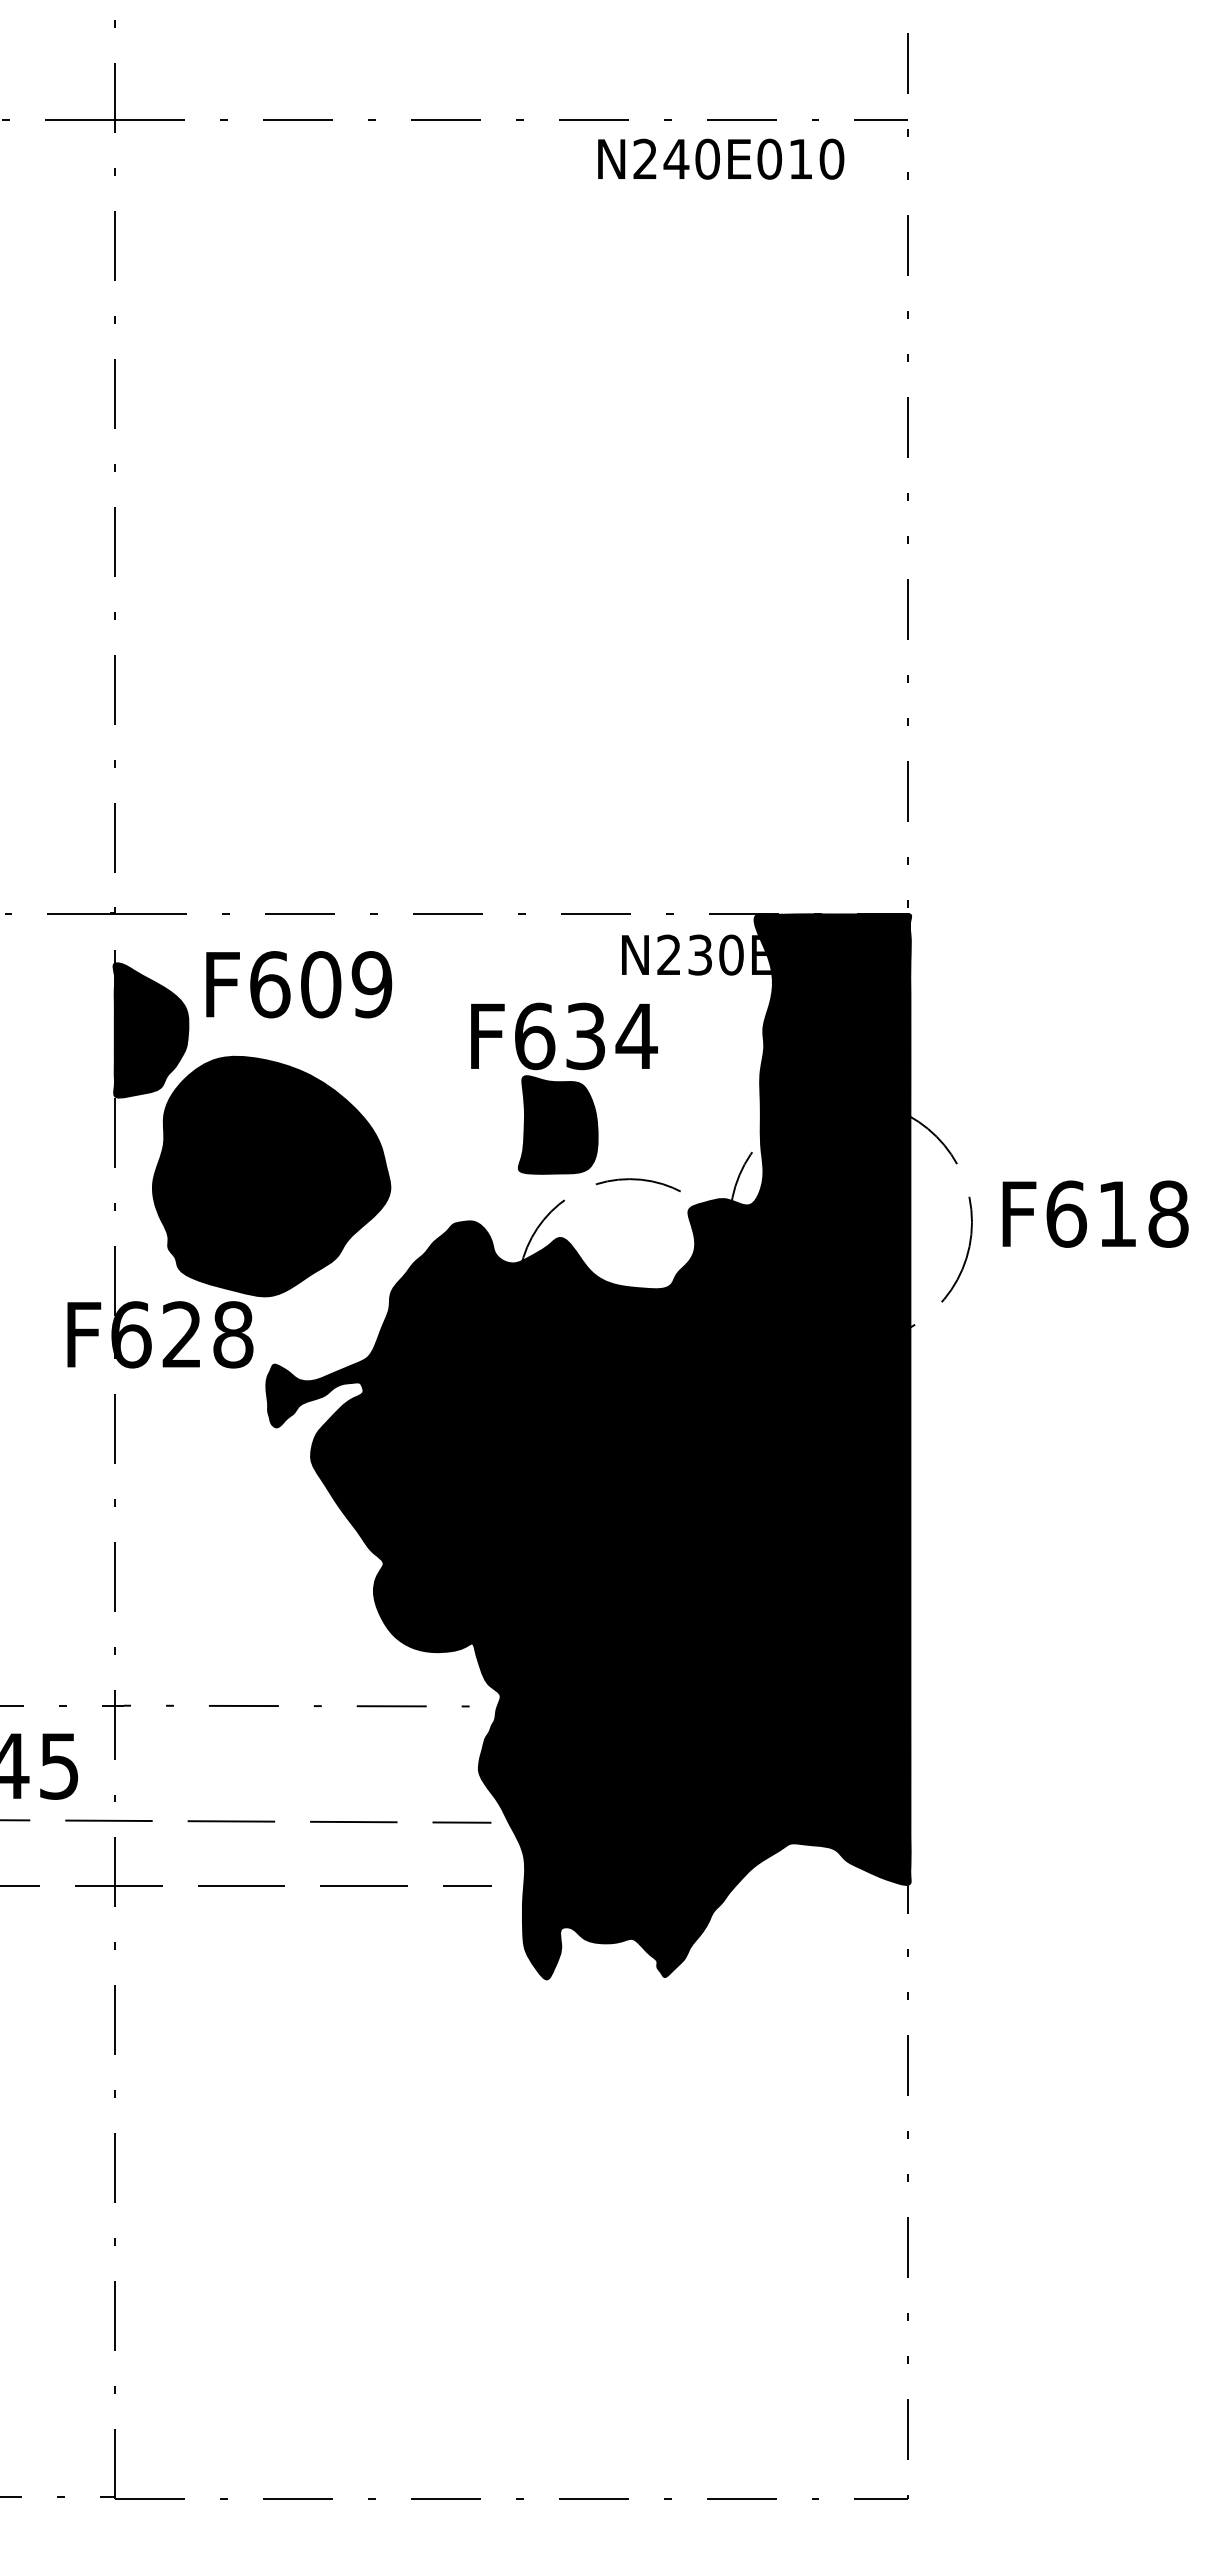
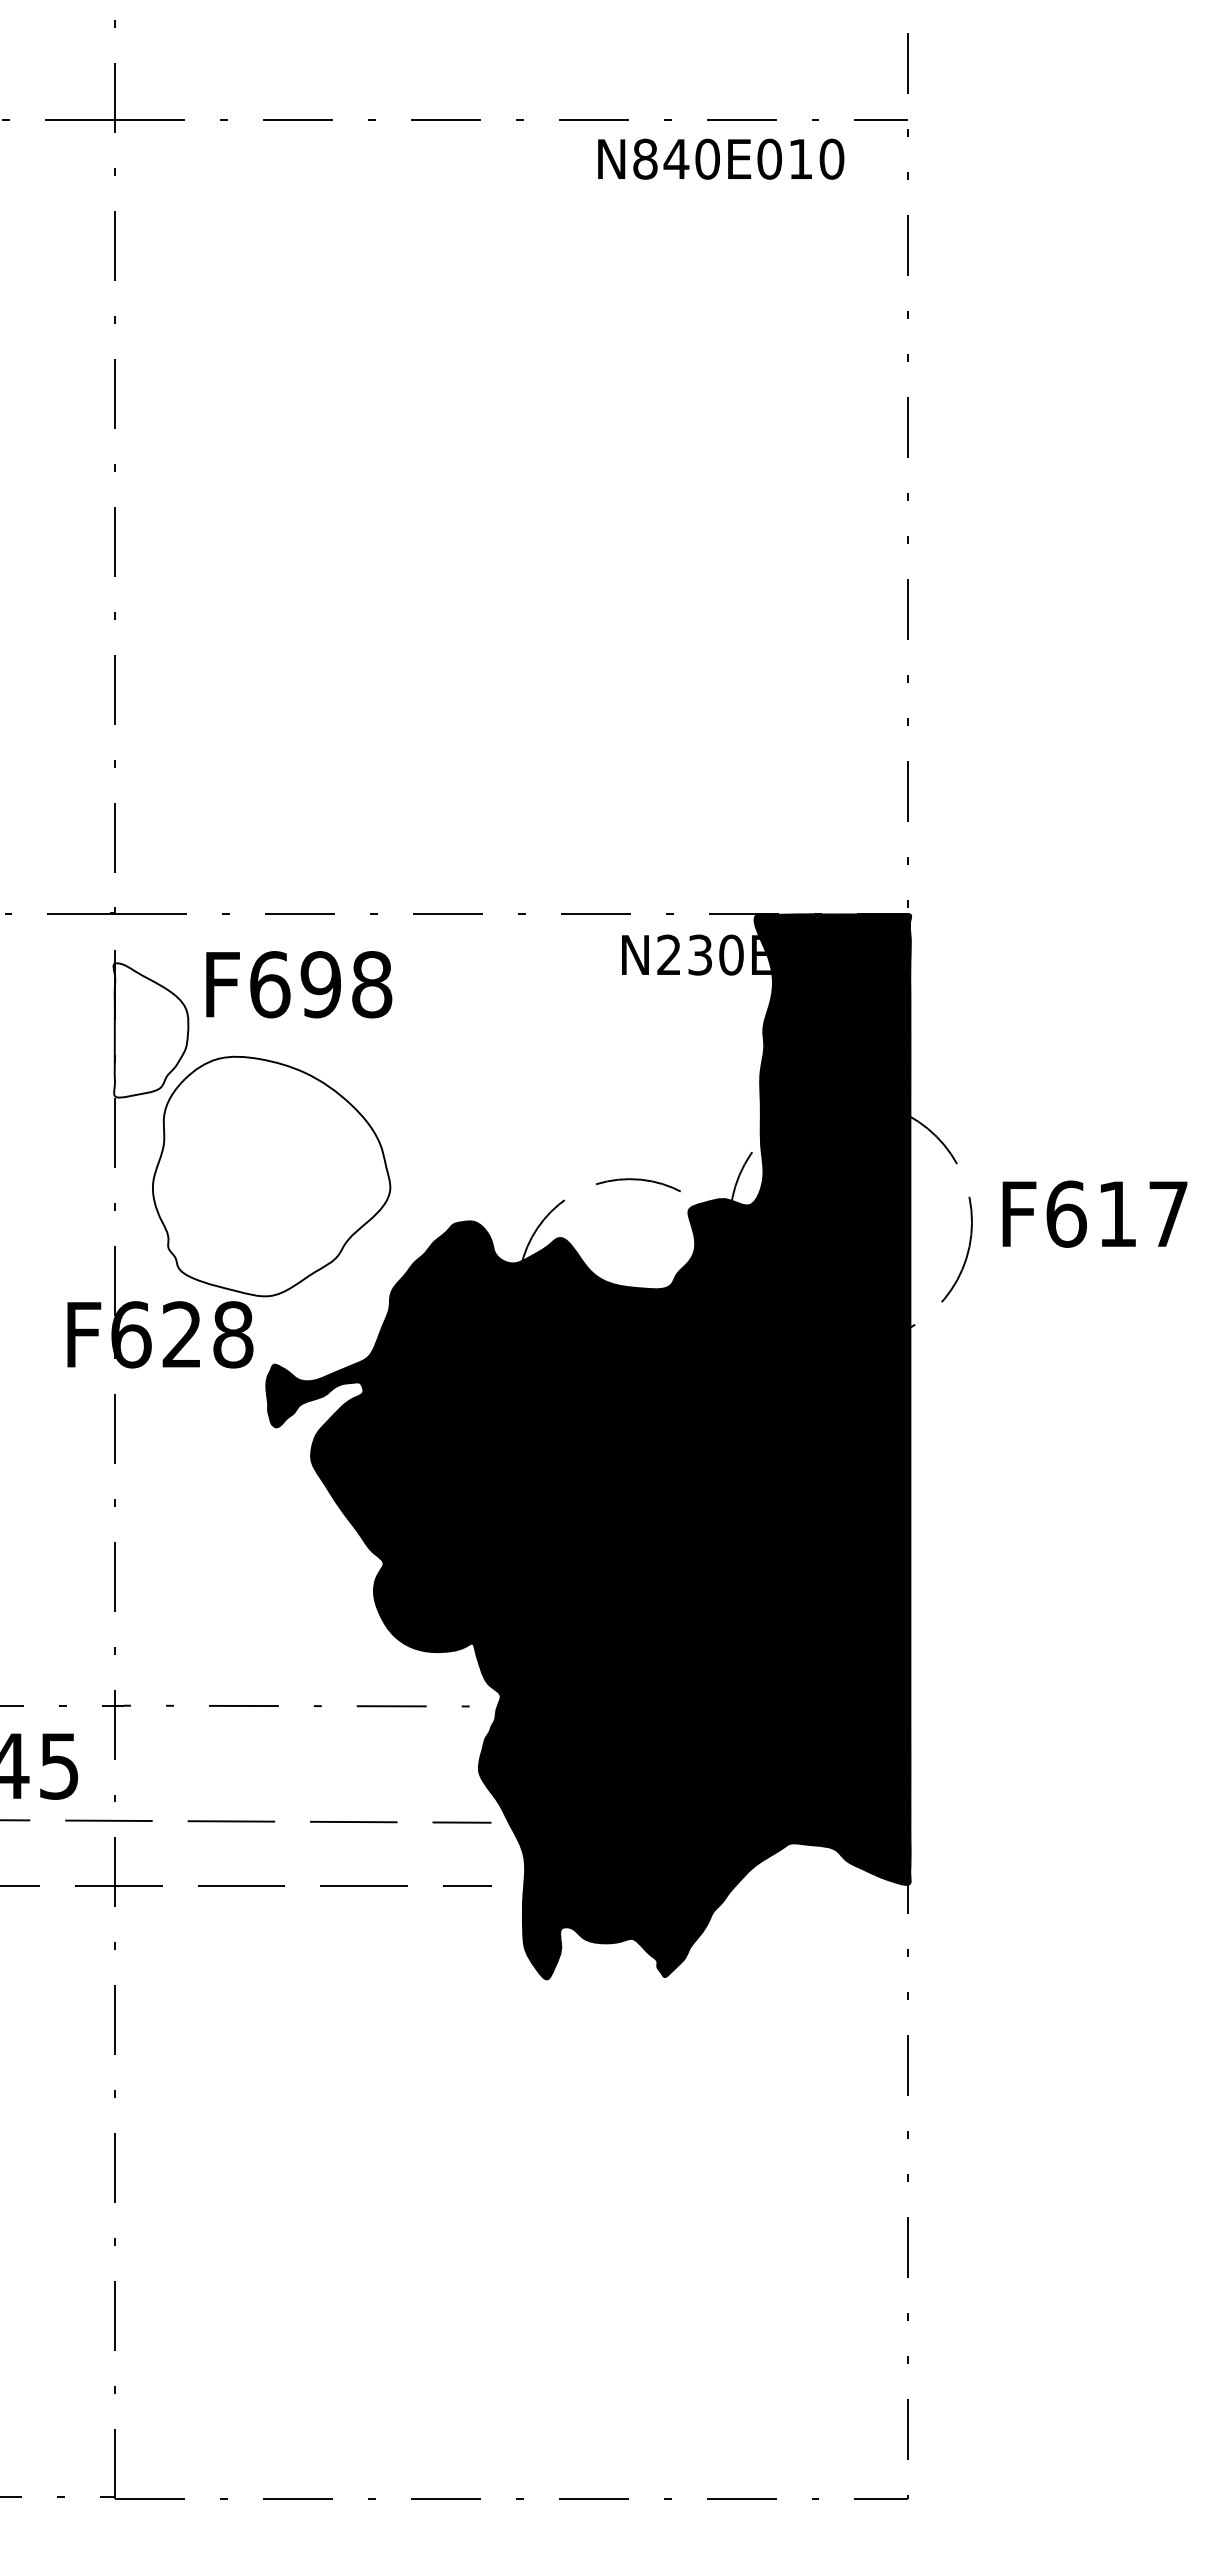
text at (645, 158): N240E010 -> N840E010
text at (346, 984): F609 -> F698
fill at (150, 1030): present -> none
part at (564, 1088): present -> none
fill at (271, 1176): present -> none
text at (1168, 1213): F618 -> F617
